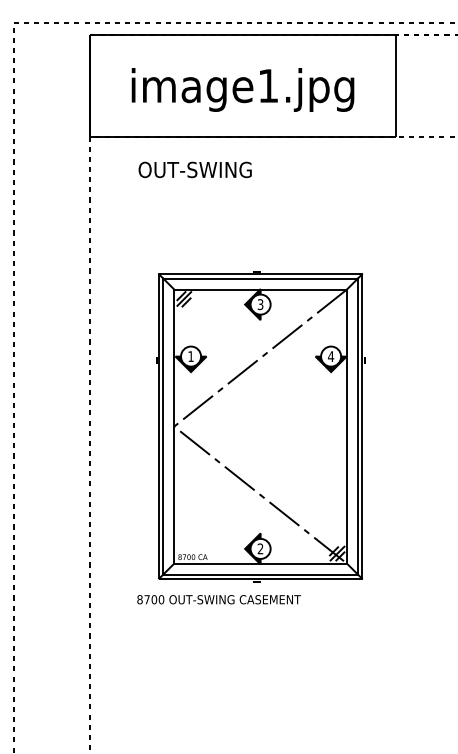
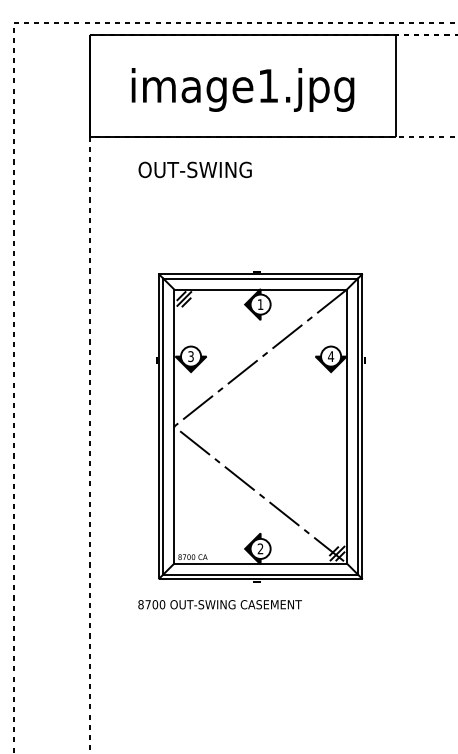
text at (260, 304): 3 -> 1
text at (190, 356): 1 -> 3
text at (218, 599) position: (218, 599) -> (219, 604)
